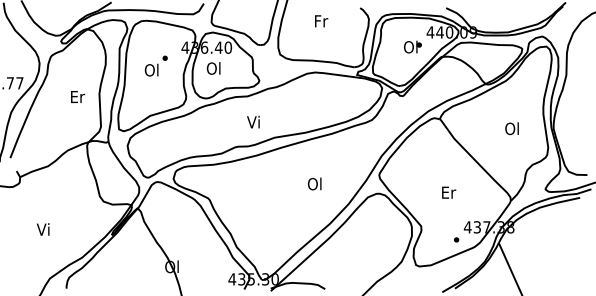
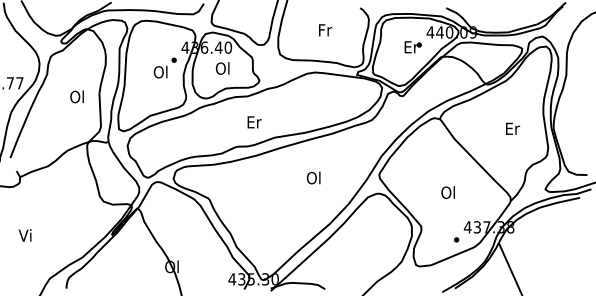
text at (321, 21) position: (321, 21) -> (325, 30)
text at (410, 46): Ol -> Er
text at (155, 65) position: (155, 65) -> (164, 67)
text at (213, 68) position: (213, 68) -> (222, 68)
text at (77, 96): Er -> Ol
text at (254, 121): Vi -> Er
text at (512, 128): Ol -> Er
text at (314, 183) position: (314, 183) -> (313, 177)
text at (448, 192): Er -> Ol
text at (43, 229) position: (43, 229) -> (25, 235)
